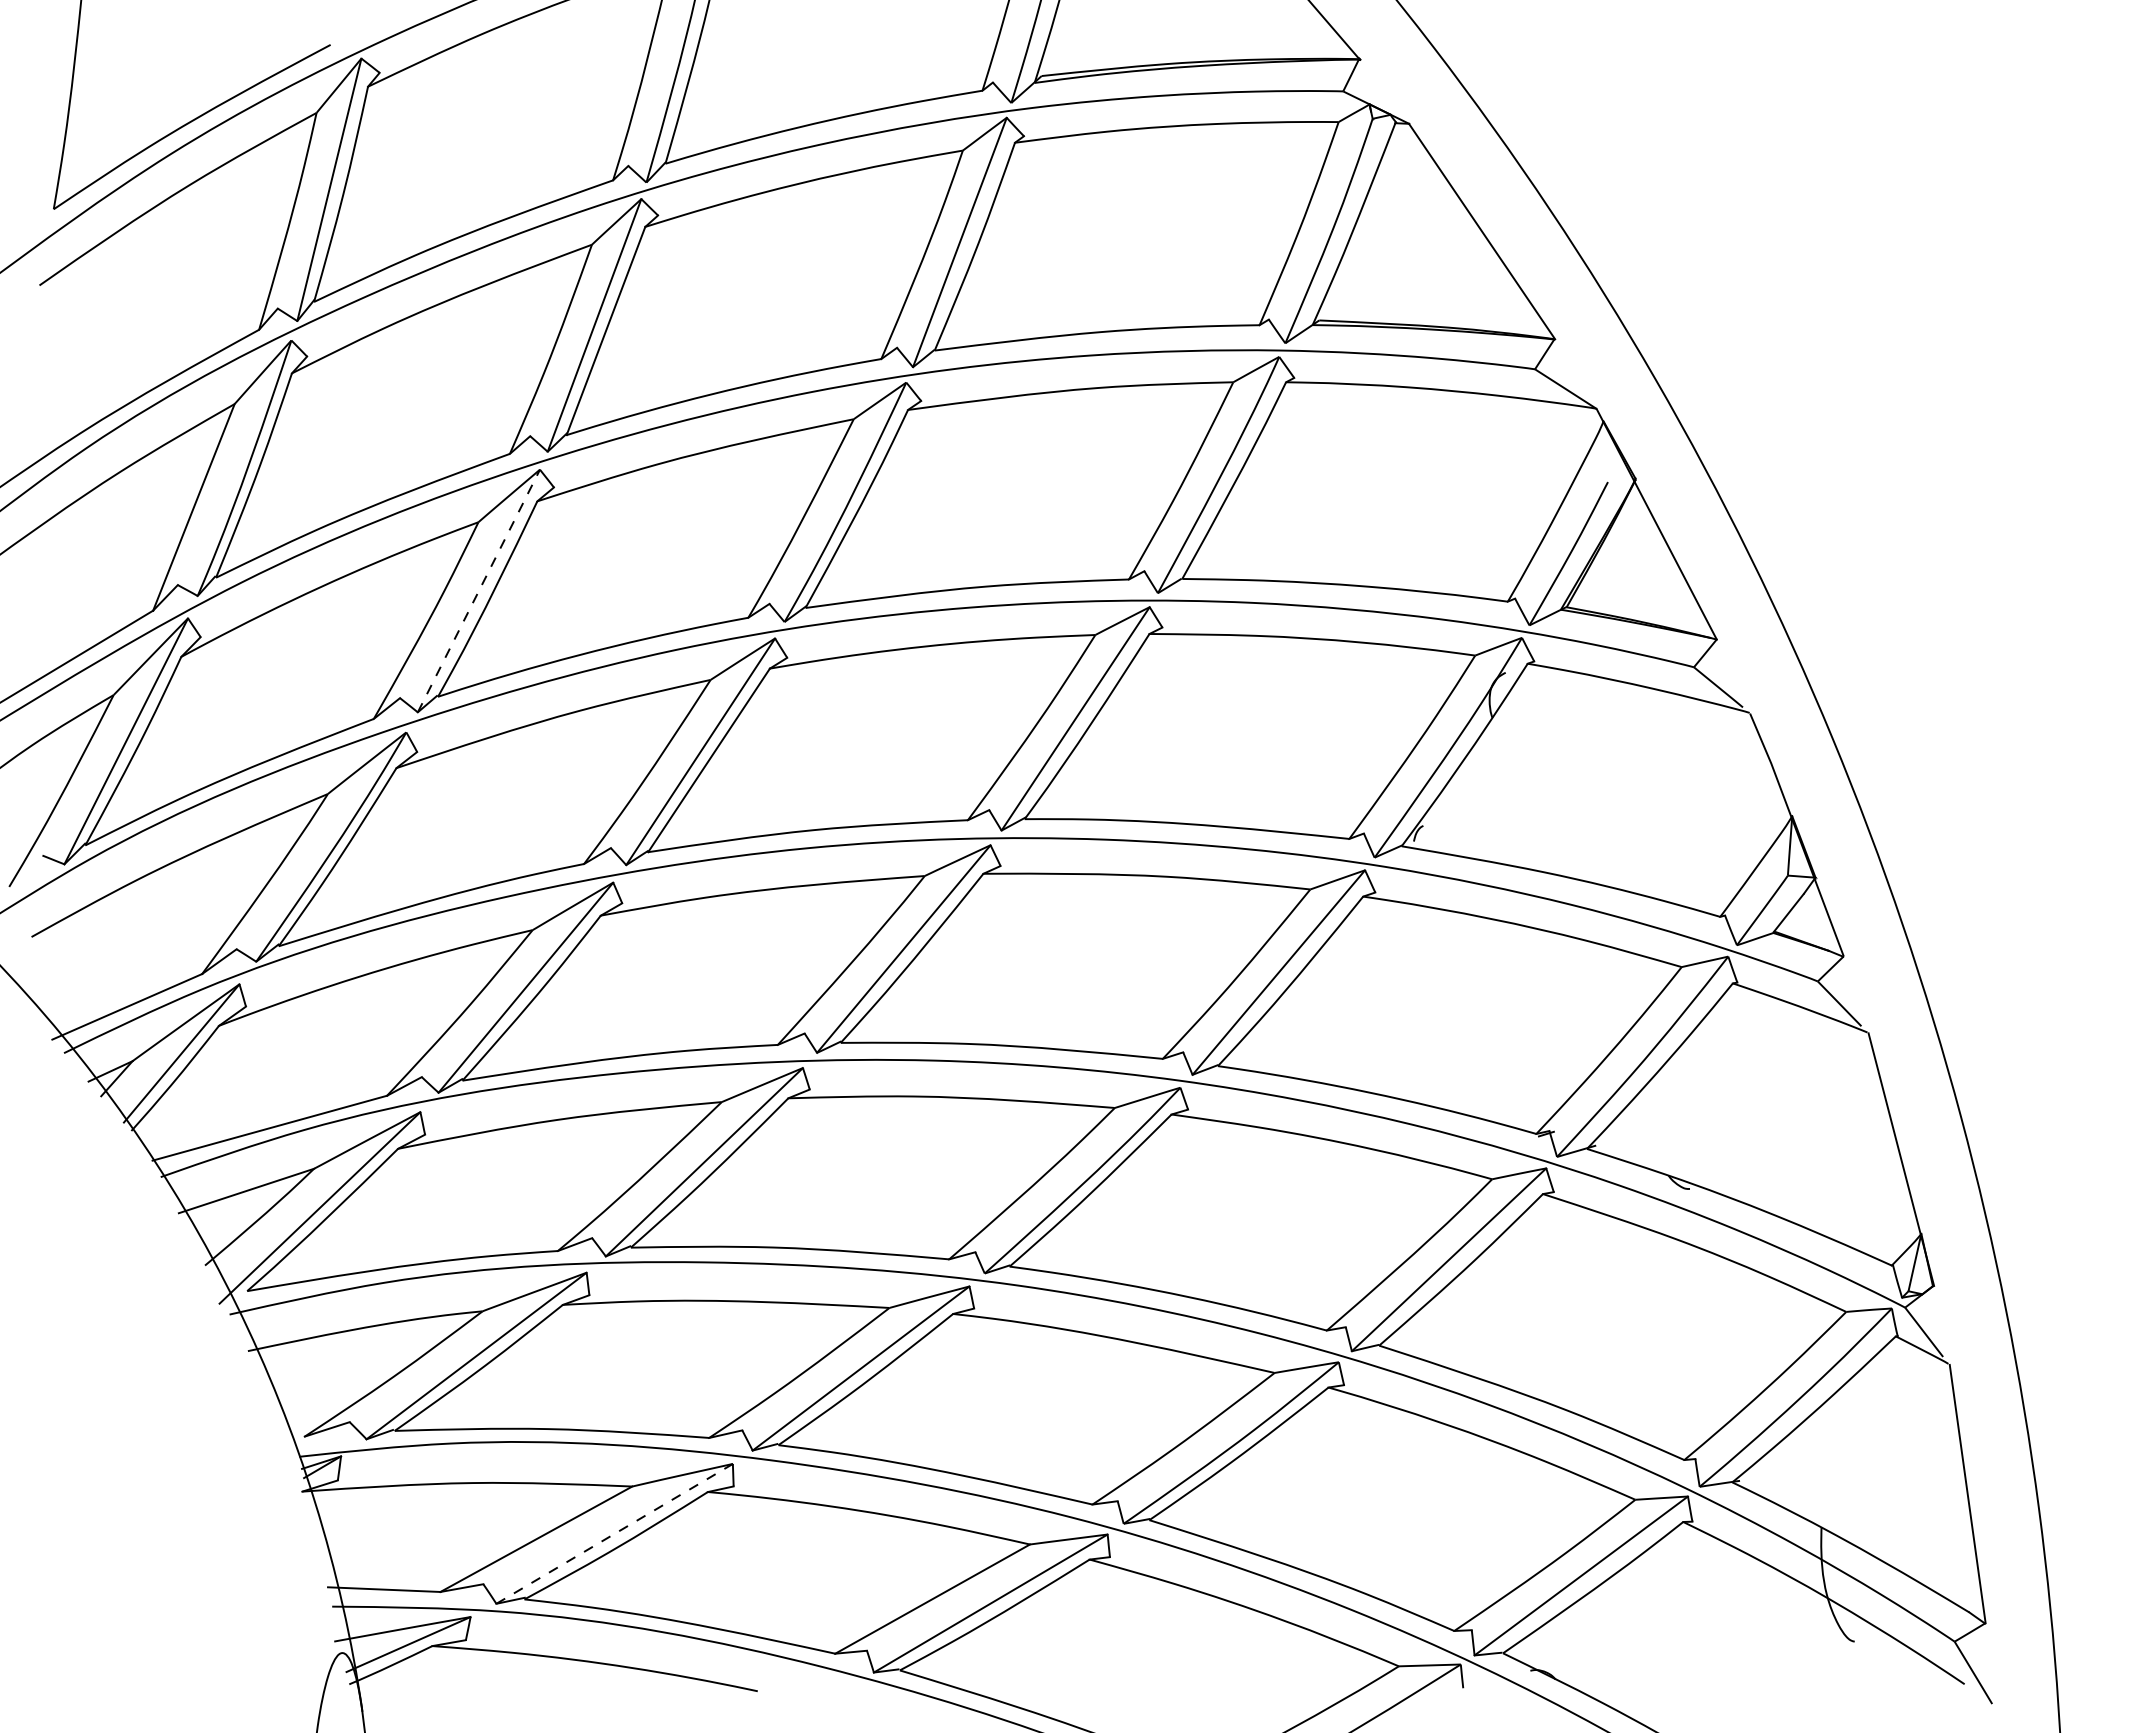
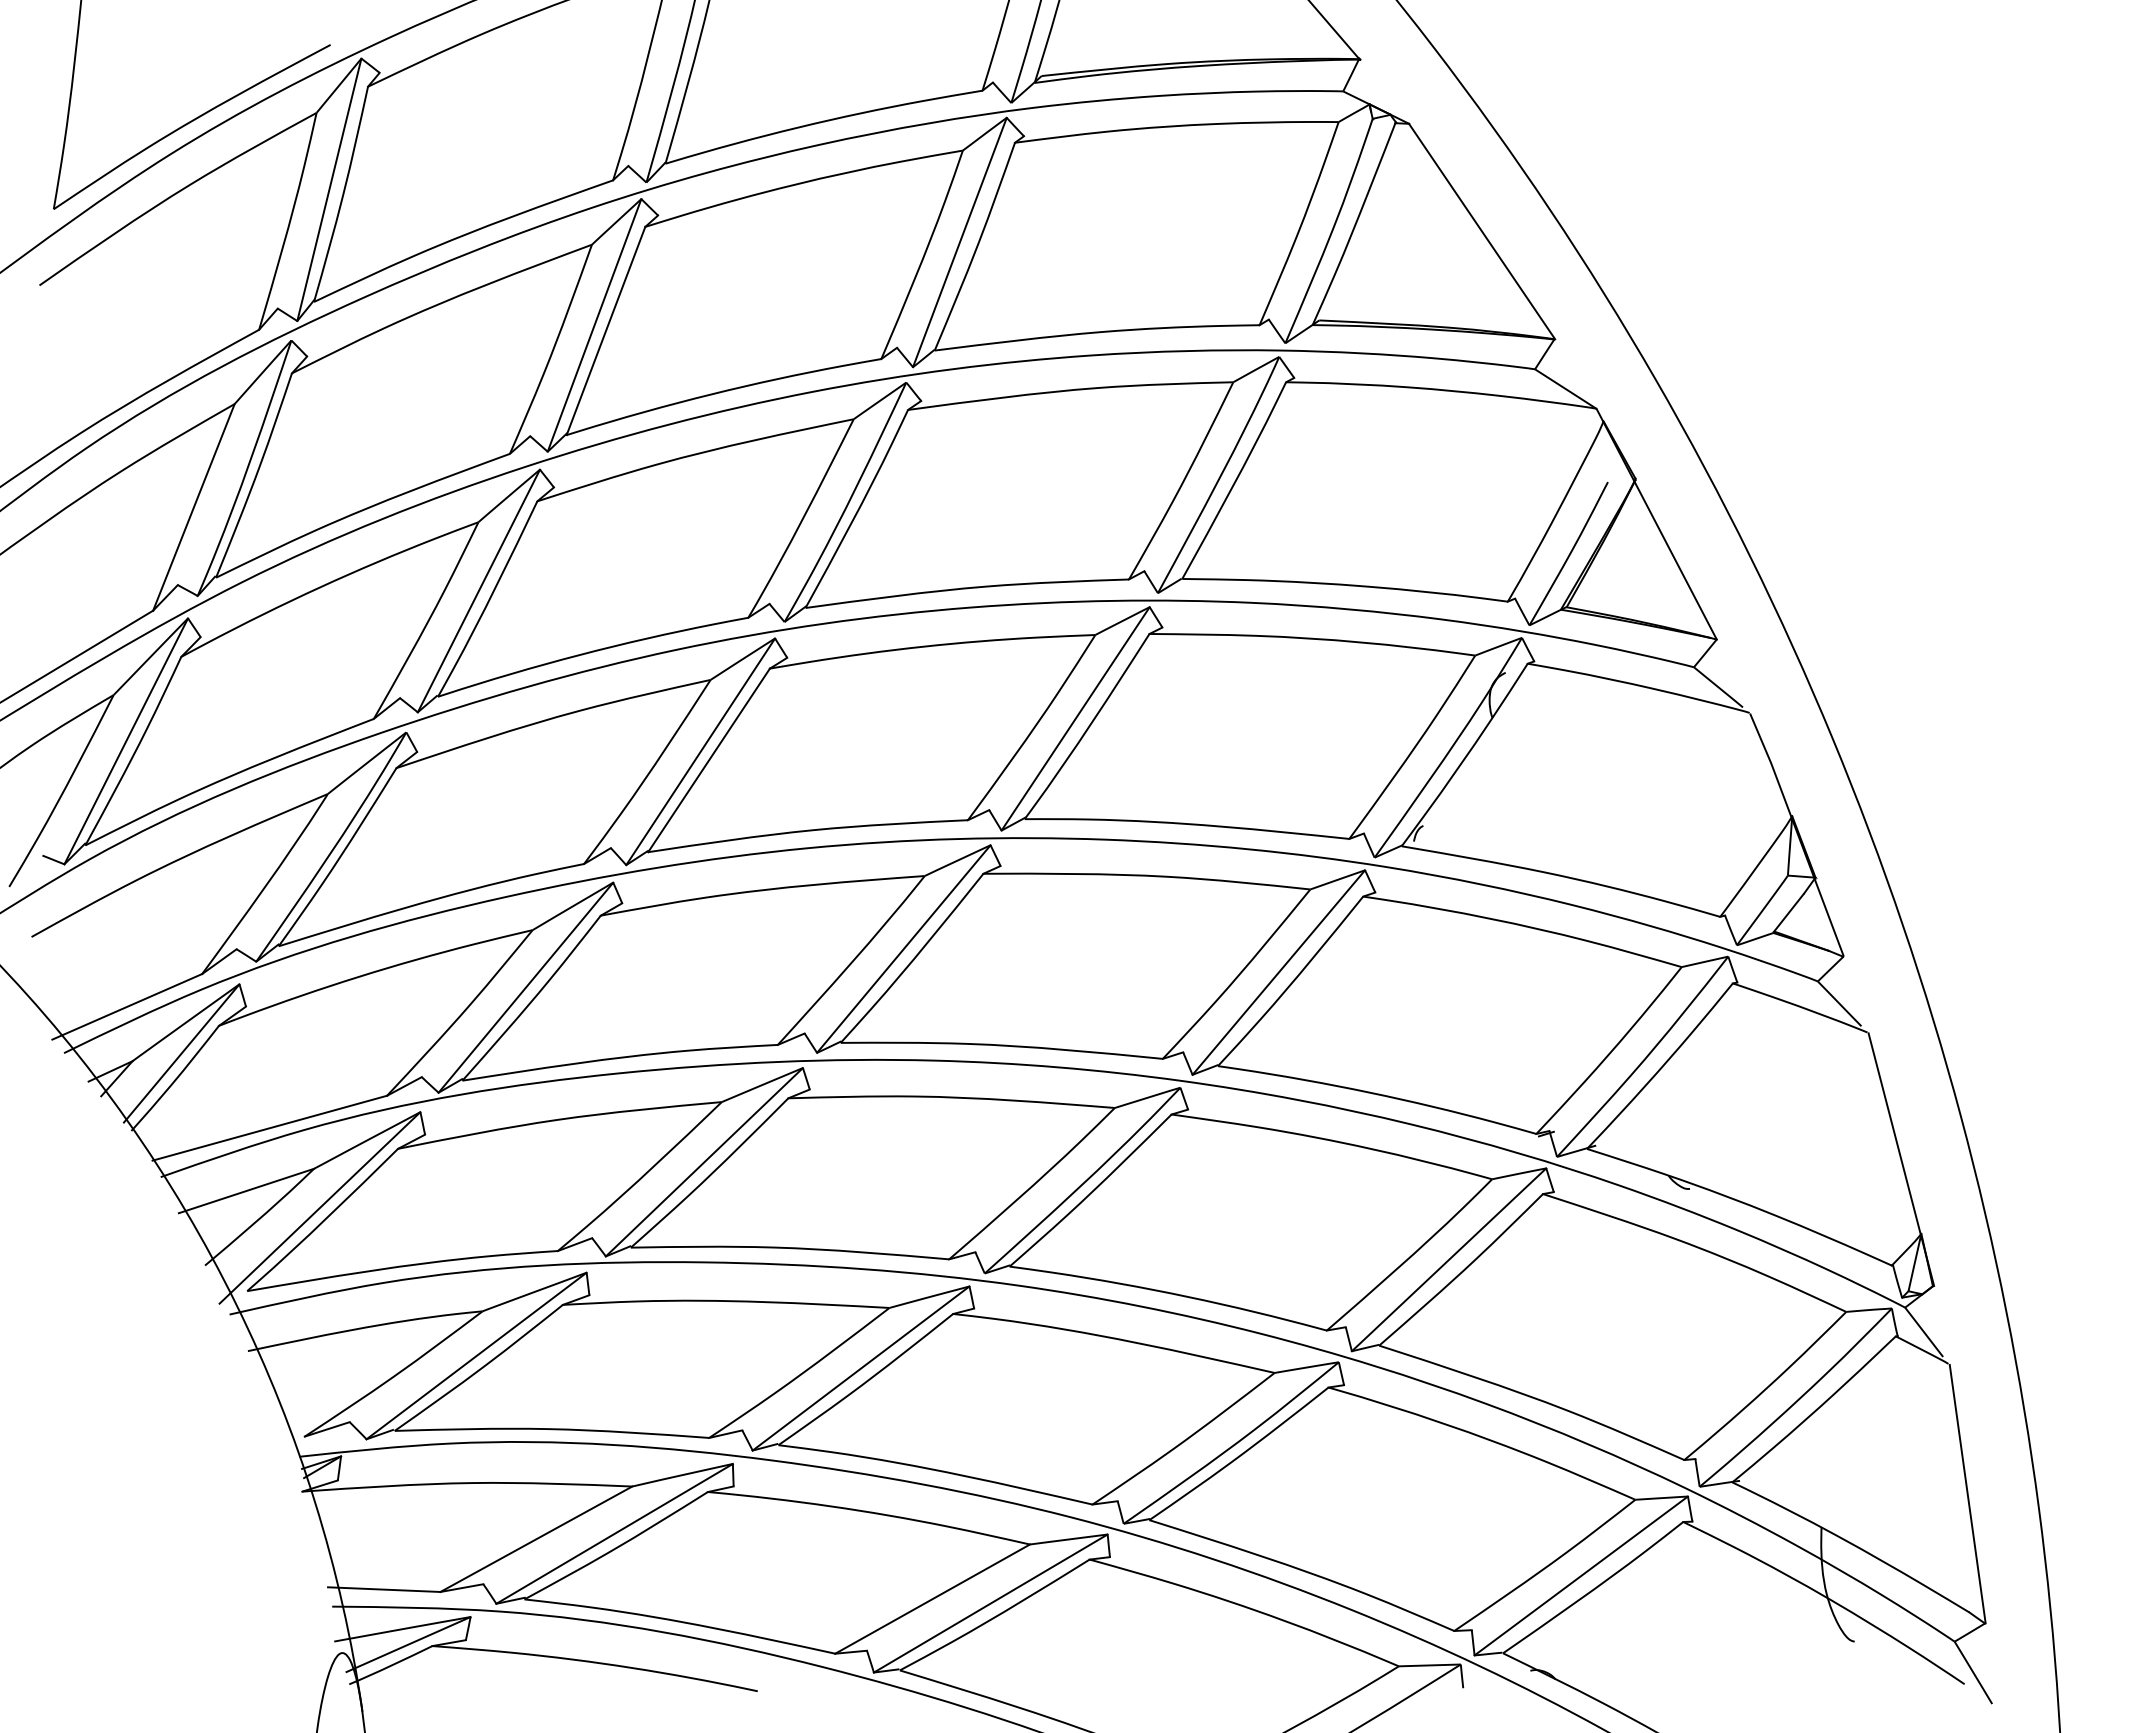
line at (478, 591): dashed -> solid
line at (615, 1533): dashed -> solid
